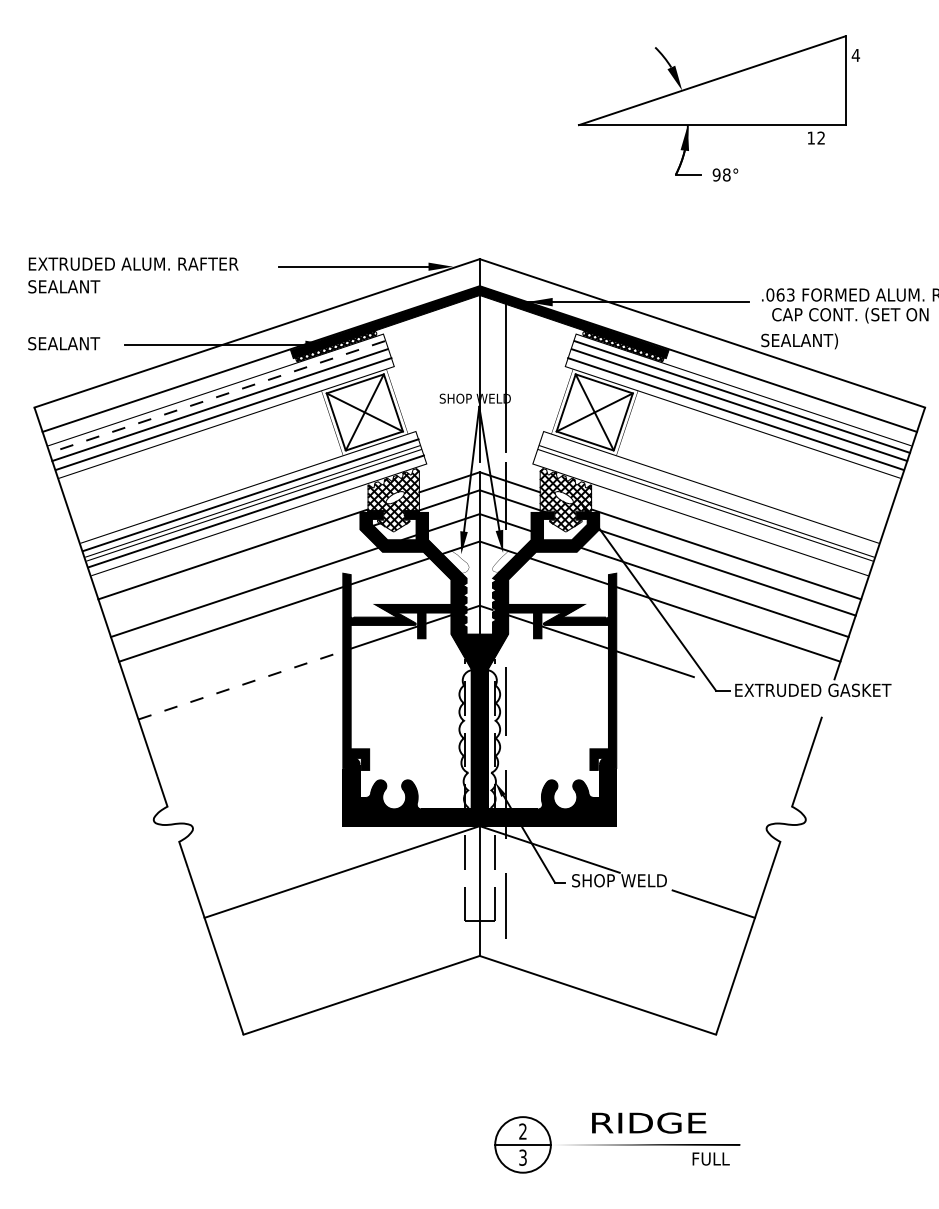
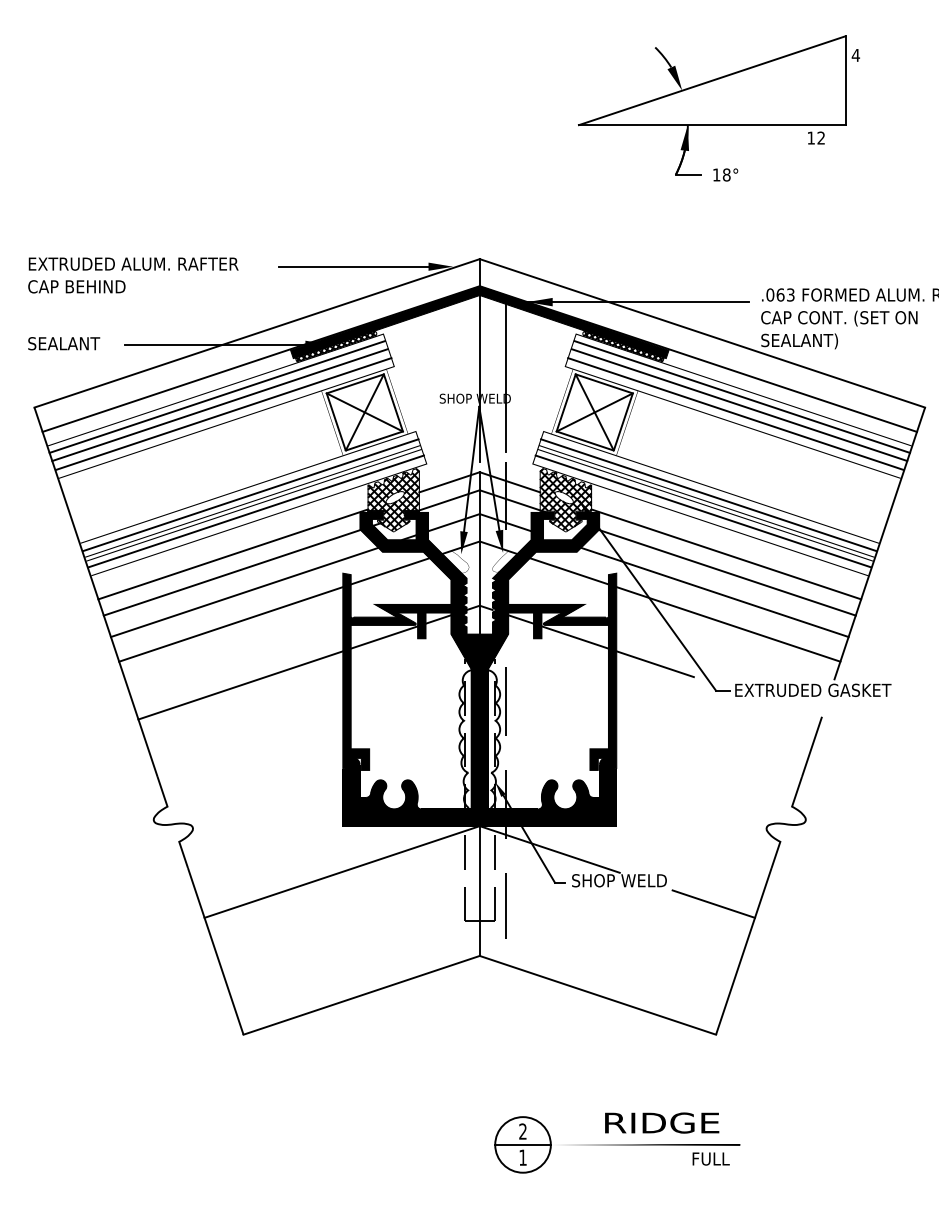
text at (716, 174): 98° -> 18°
text at (76, 286): SEALANT -> CAP BEHIND
text at (850, 315) position: (850, 315) -> (839, 318)
line at (217, 397): dashed -> solid
line at (708, 495): none -> present
line at (703, 511): none -> present
line at (231, 572): none -> present
line at (240, 685): dashed -> solid
text at (649, 1122) position: (649, 1122) -> (662, 1122)
text at (522, 1157): 3 -> 1
